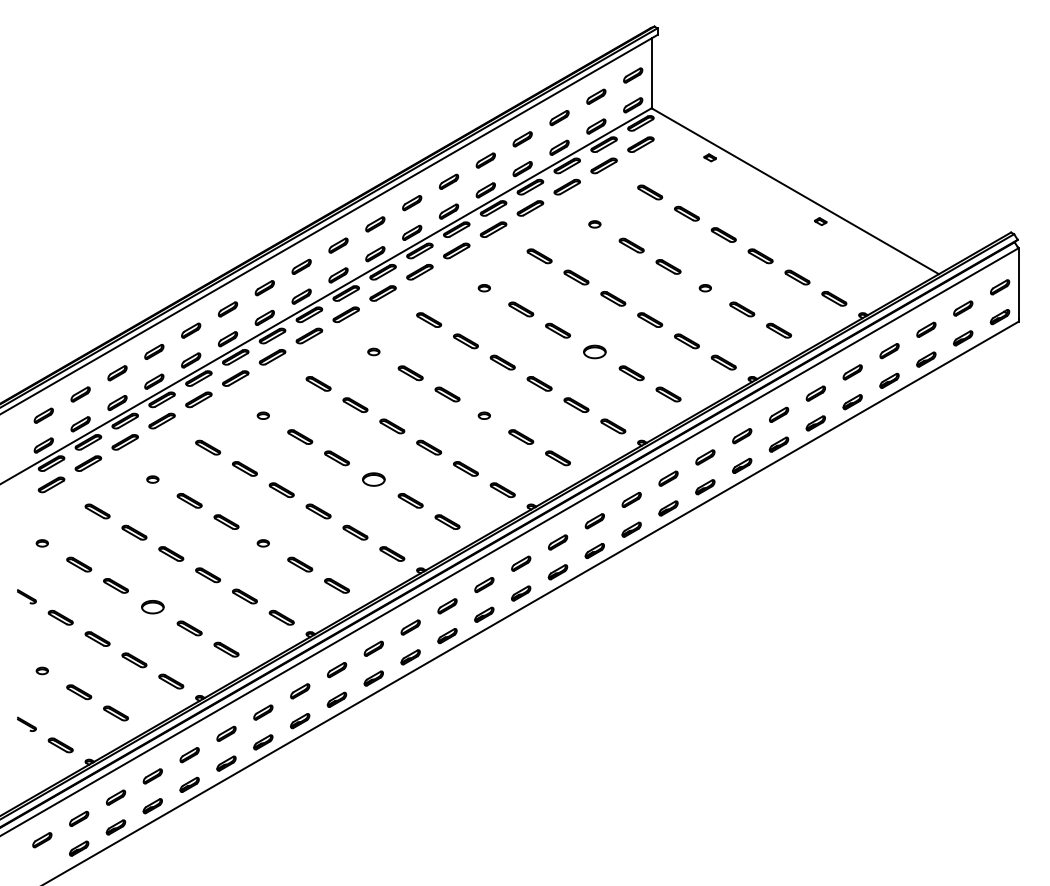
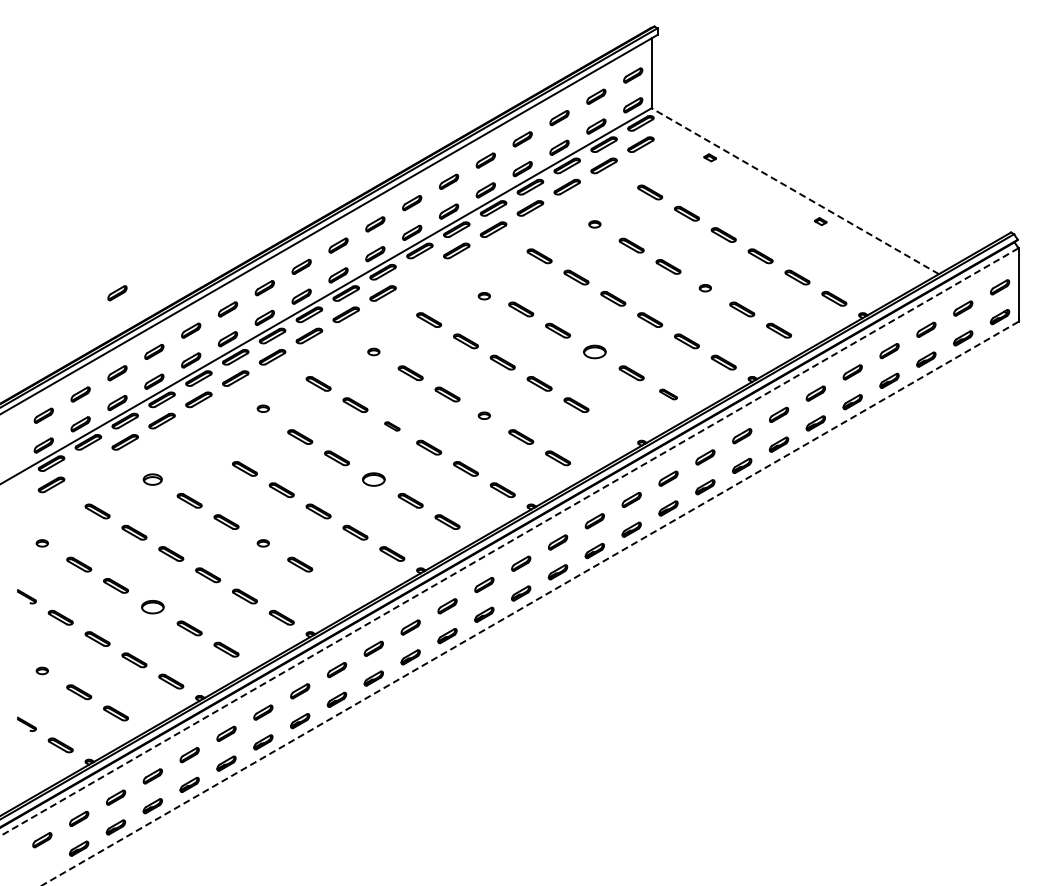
line at (795, 191): solid -> dashed
part at (419, 272): present -> none
part at (483, 288) position: (483, 288) -> (483, 296)
part at (117, 293): none -> present
part at (668, 394) size: 27x17 px -> 19x13 px
part at (262, 415) position: (262, 415) -> (262, 408)
part at (392, 426) size: 27x17 px -> 17x11 px
part at (613, 426): present -> none
part at (208, 447): present -> none
part at (88, 463): present -> none
part at (152, 479) size: 14x9 px -> 21x13 px
line at (509, 542): solid -> dashed
part at (336, 585): present -> none
line at (530, 603): solid -> dashed
